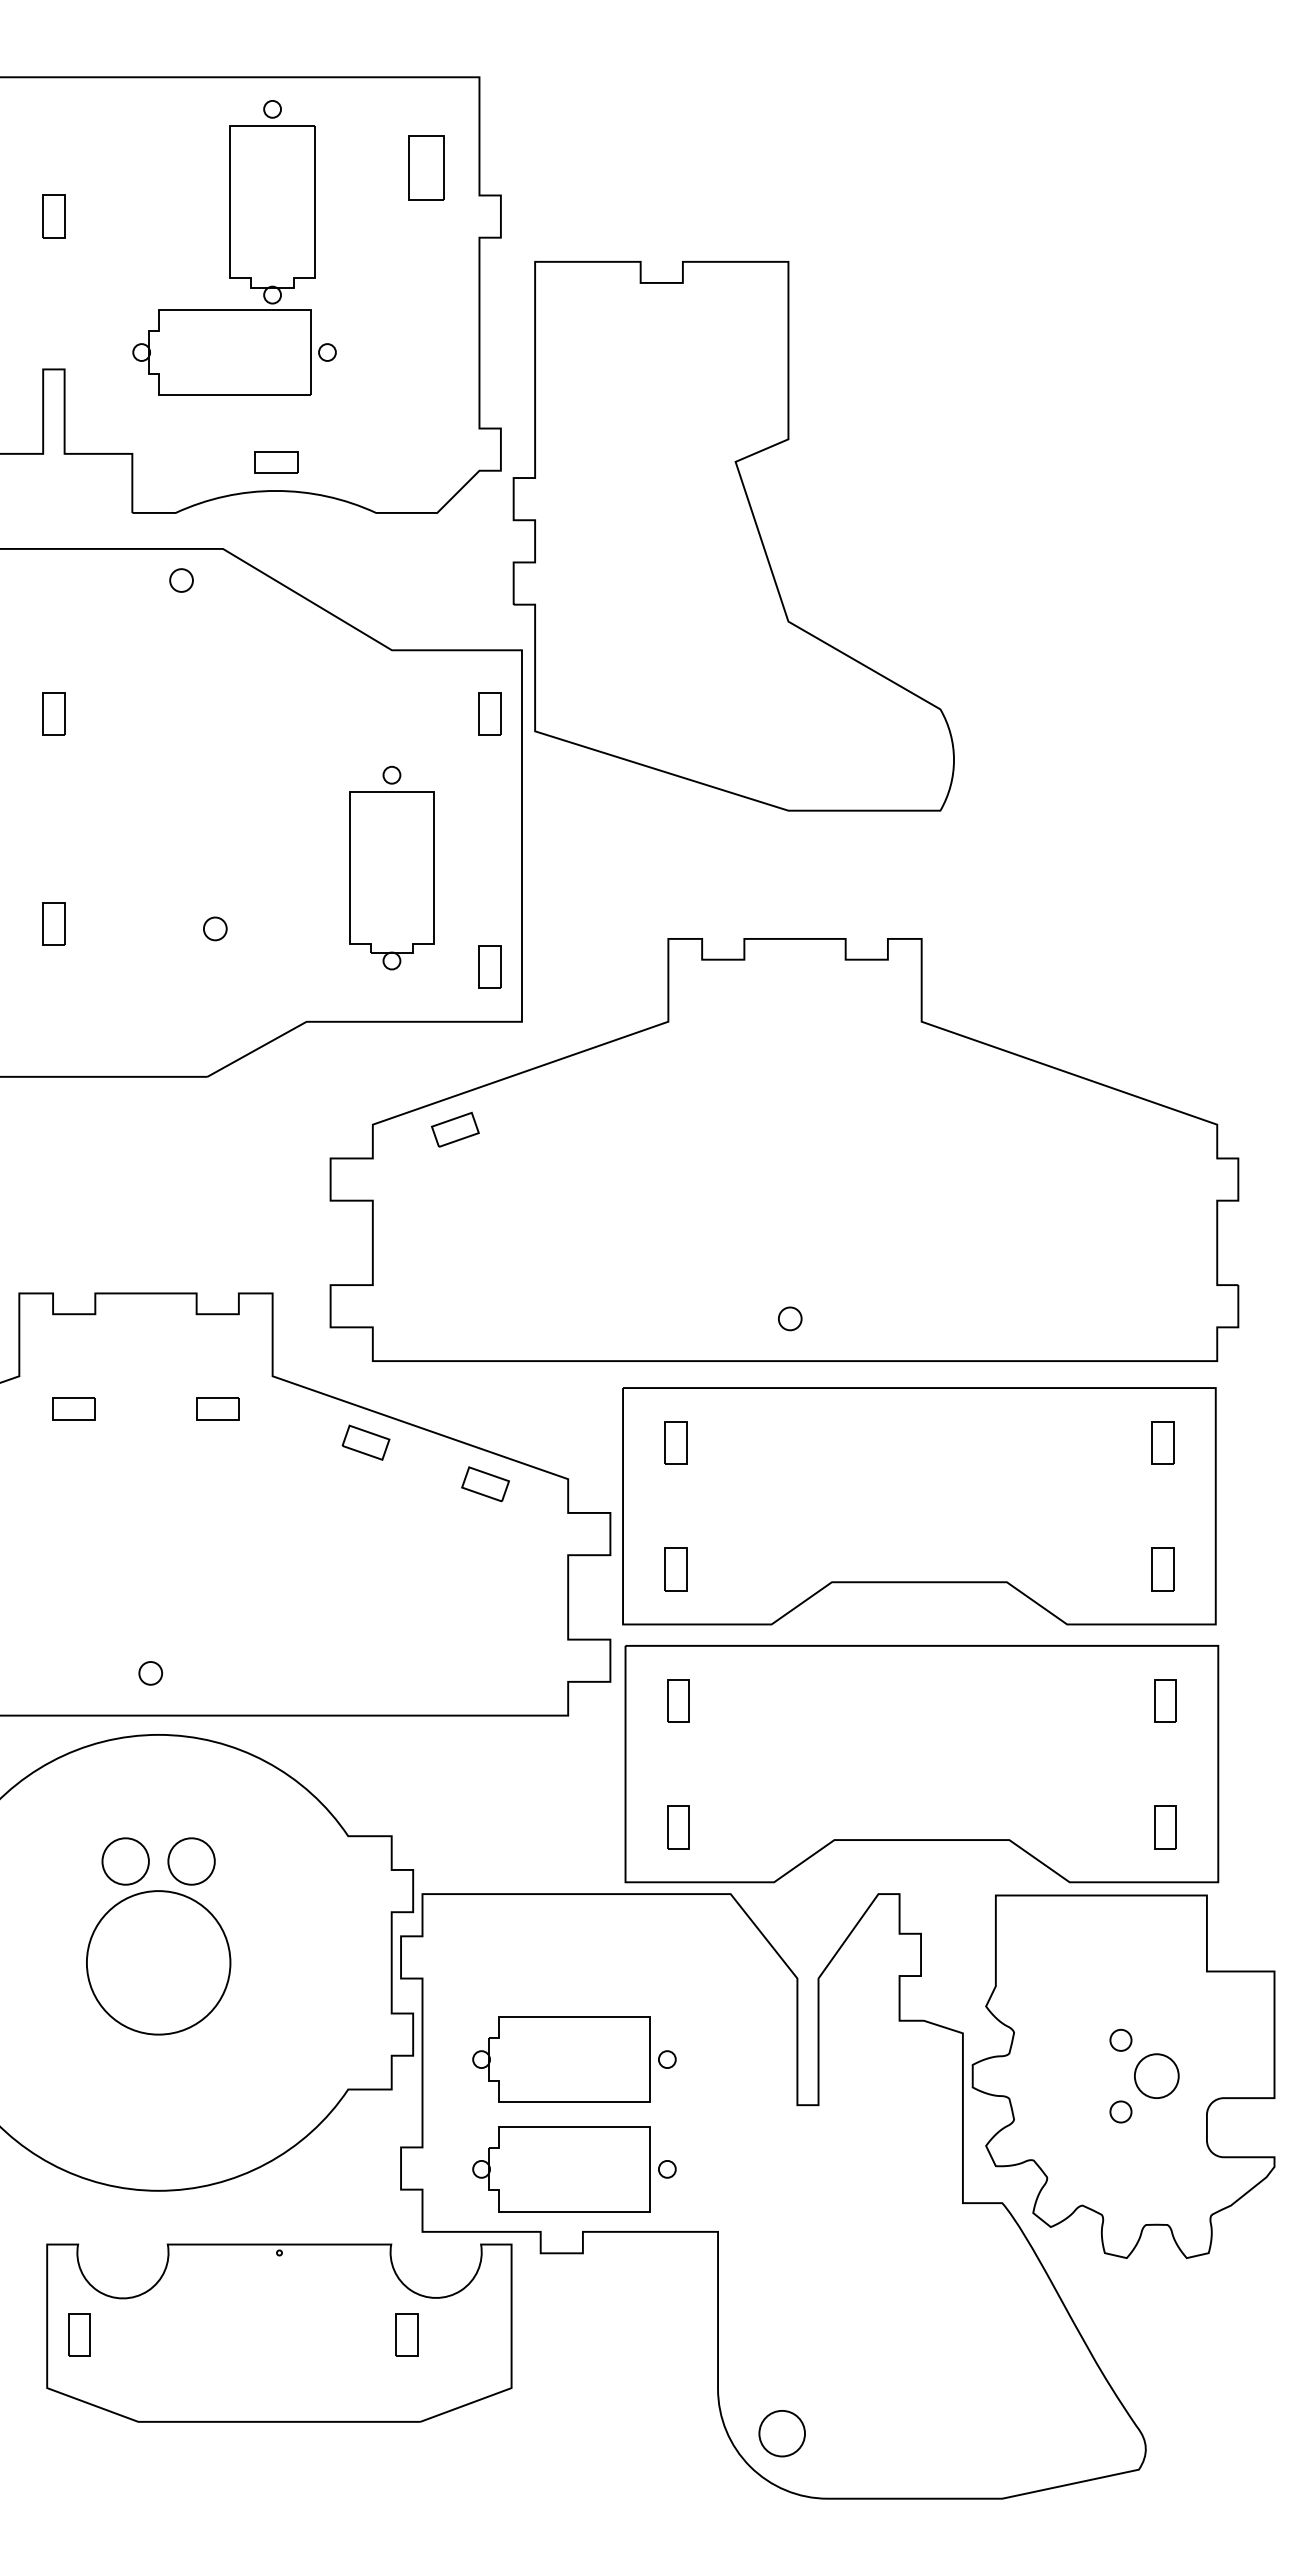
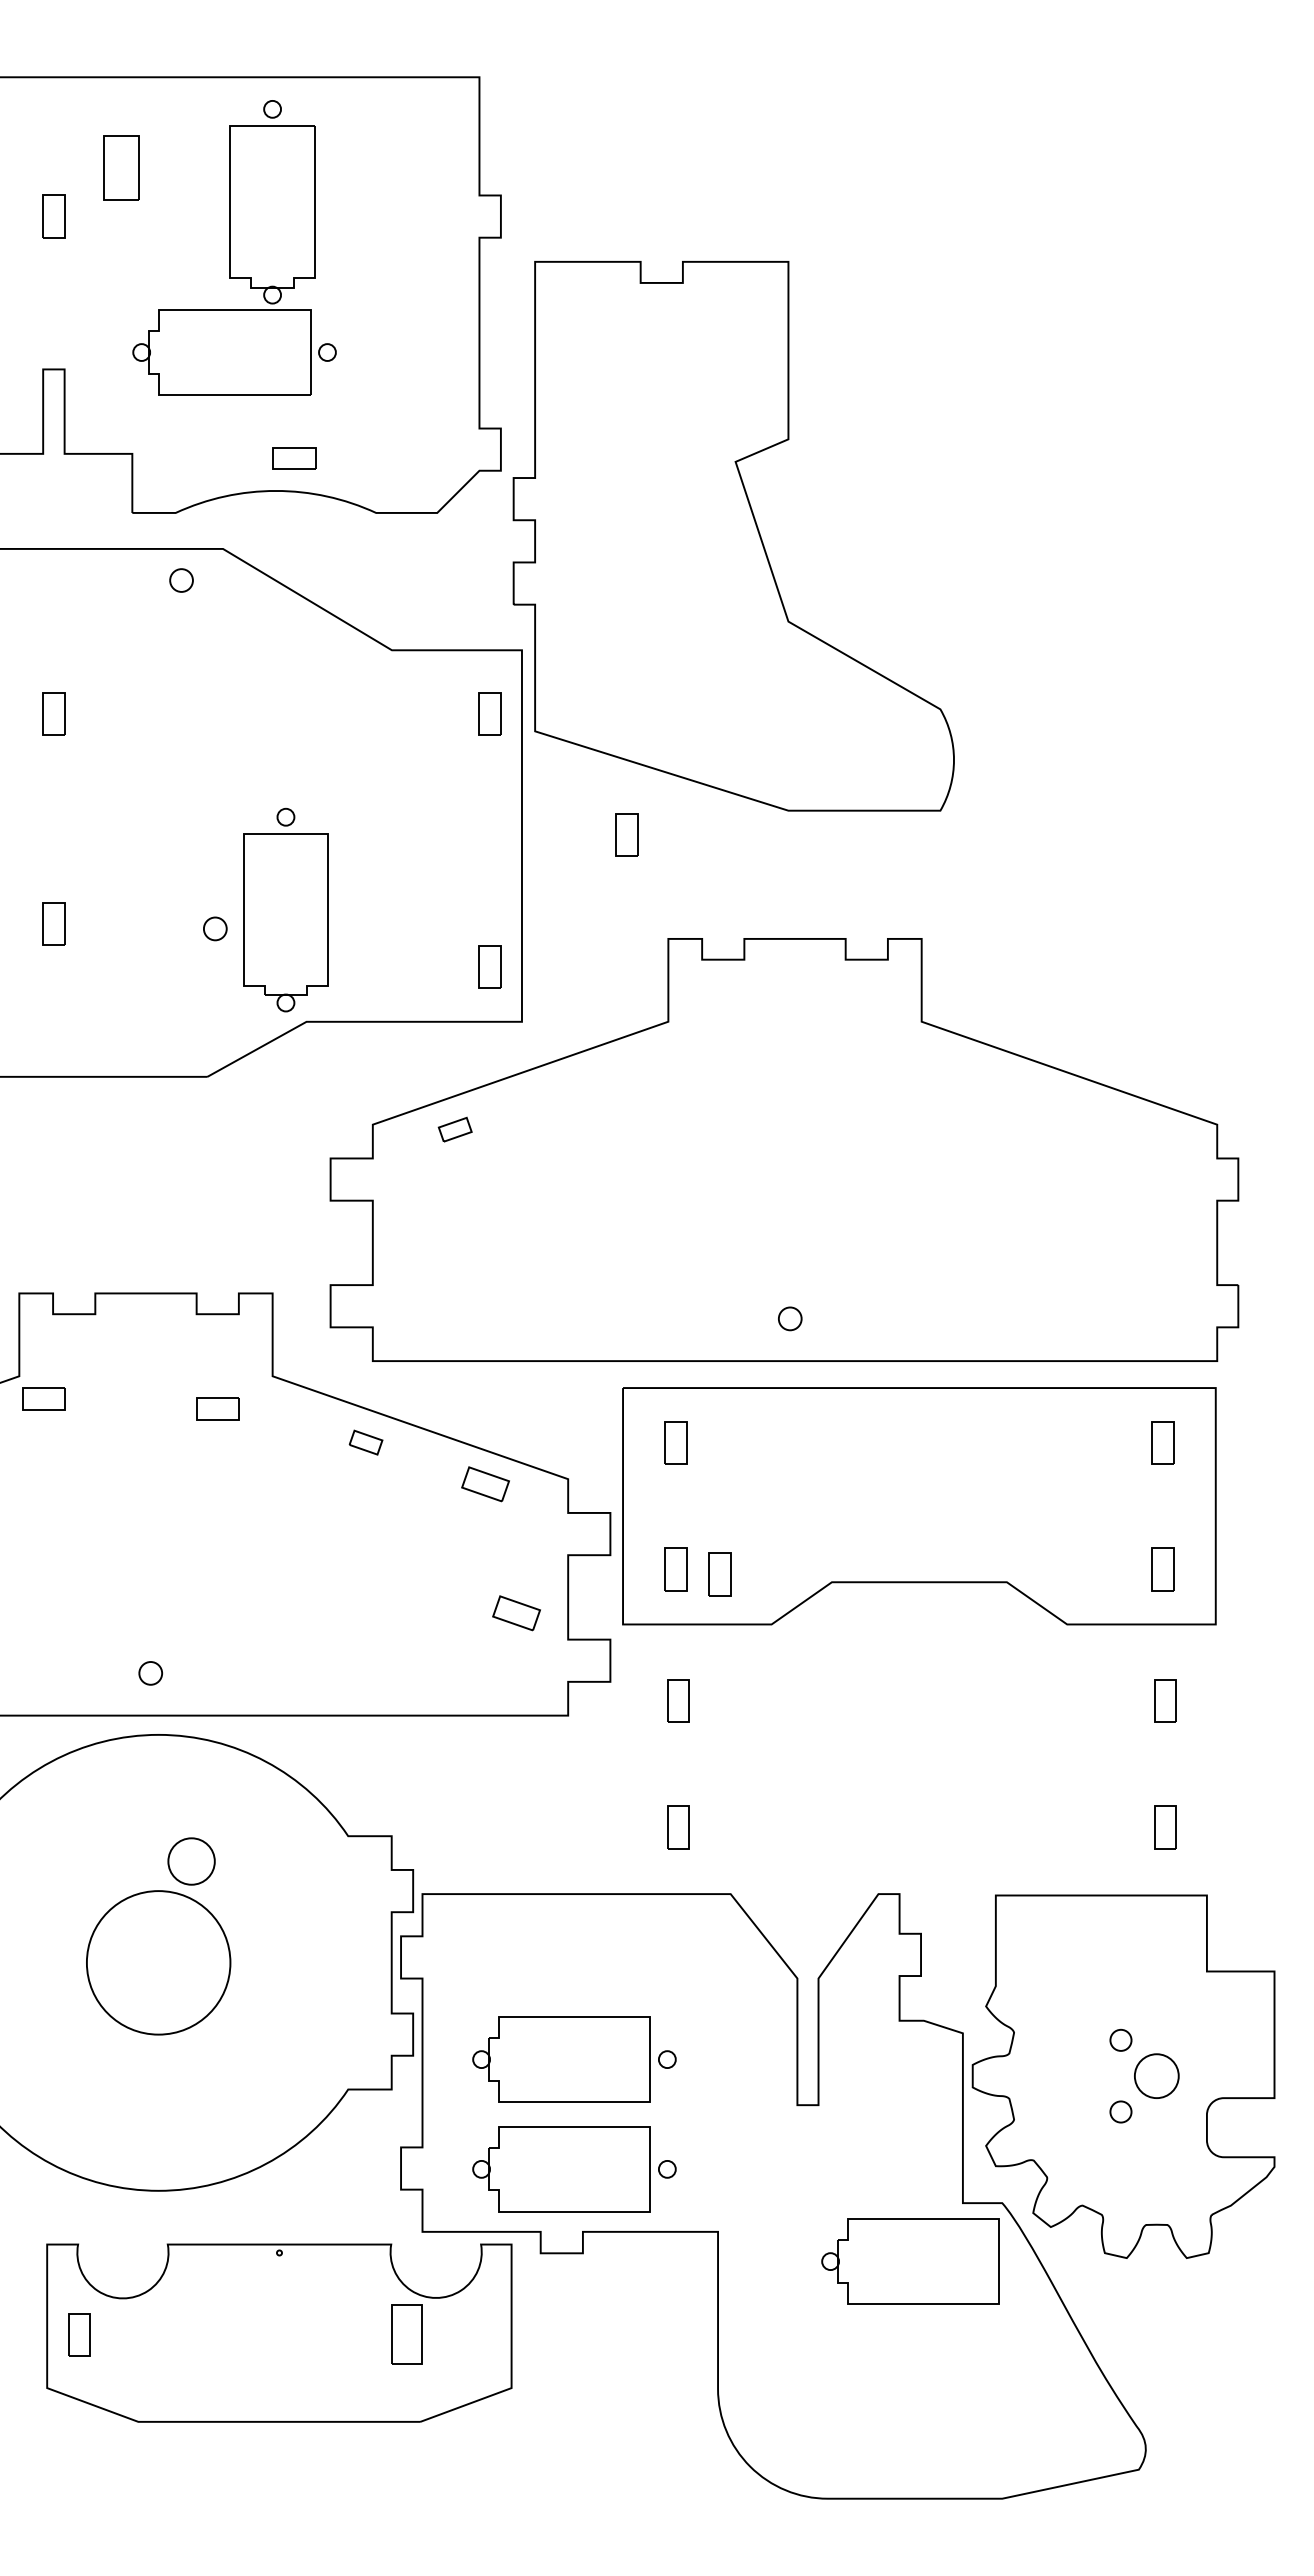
part at (426, 167) position: (426, 167) -> (121, 167)
part at (276, 462) position: (276, 462) -> (294, 458)
part at (626, 834): none -> present
part at (391, 867) position: (391, 867) -> (285, 909)
part at (454, 1129) size: 50x37 px -> 36x27 px
part at (73, 1408) position: (73, 1408) -> (43, 1398)
part at (365, 1442) size: 50x37 px -> 36x27 px
part at (719, 1574): none -> present
part at (516, 1613): none -> present
part at (921, 1764): present -> none
part at (125, 1861): present -> none
part at (910, 2261): none -> present
part at (406, 2334) size: 24x44 px -> 32x61 px
part at (781, 2433): present -> none
